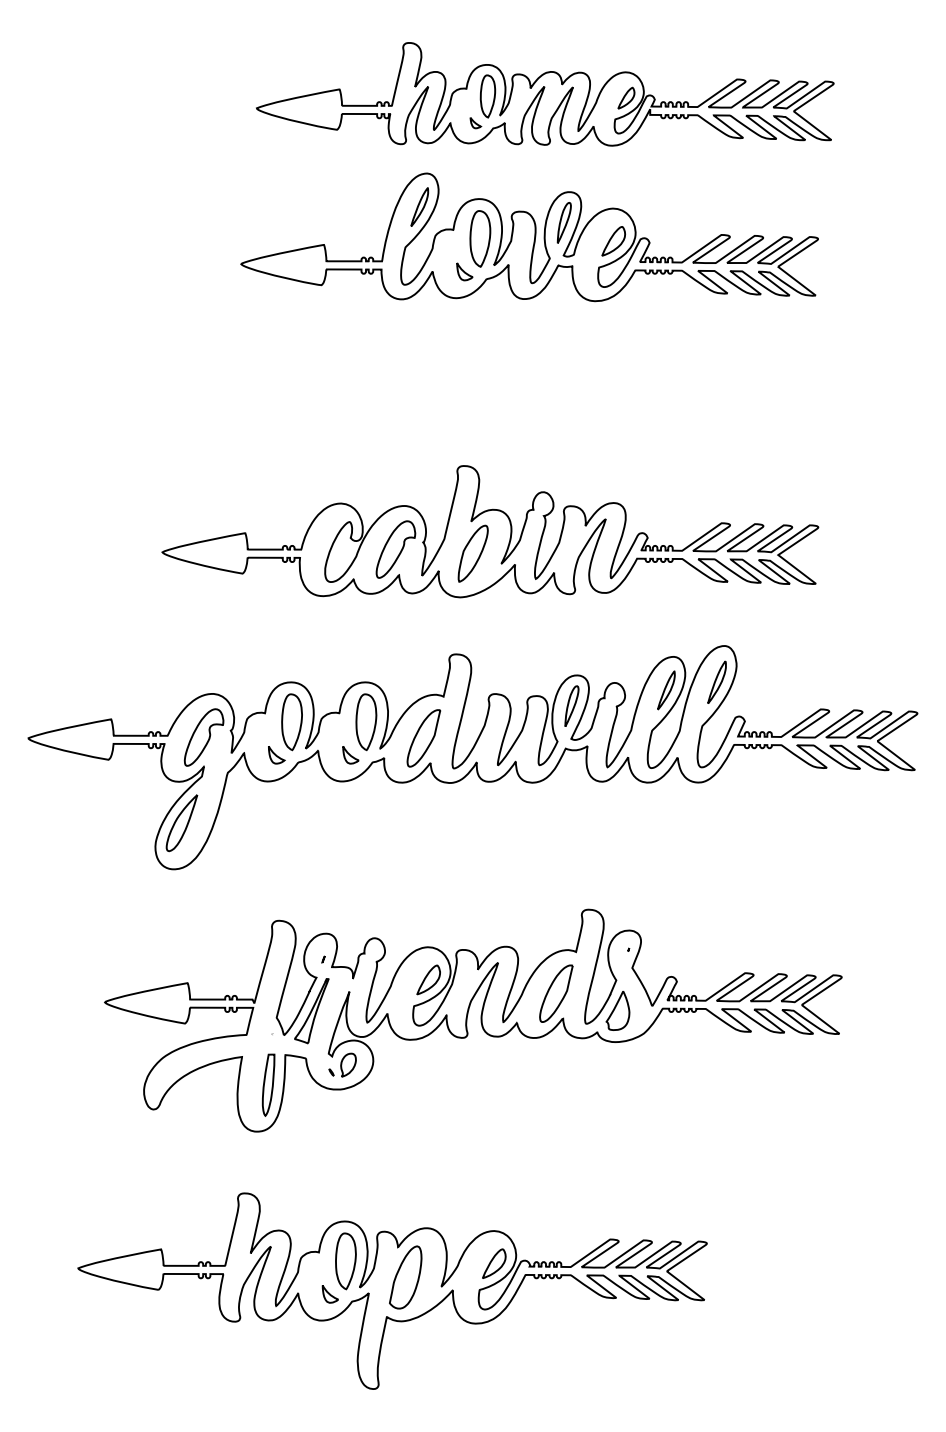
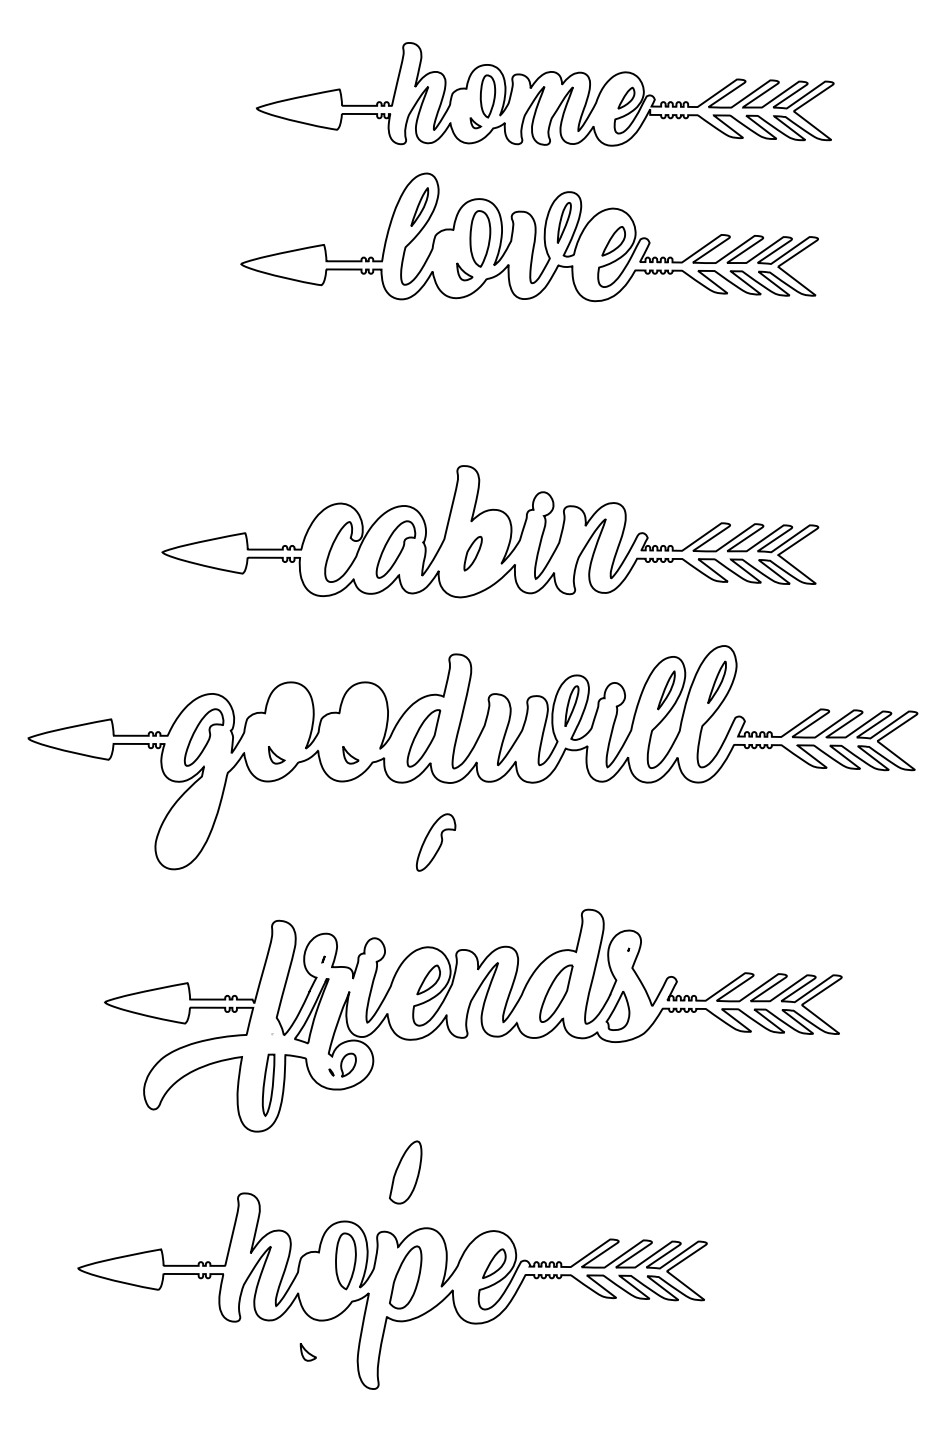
part at (472, 553) size: 32x59 px -> 20x37 px
part at (291, 722): present -> none
part at (366, 722): present -> none
part at (181, 823): present -> none
part at (435, 842): none -> present
part at (405, 1172): none -> present
part at (329, 1294) position: (329, 1294) -> (307, 1352)
